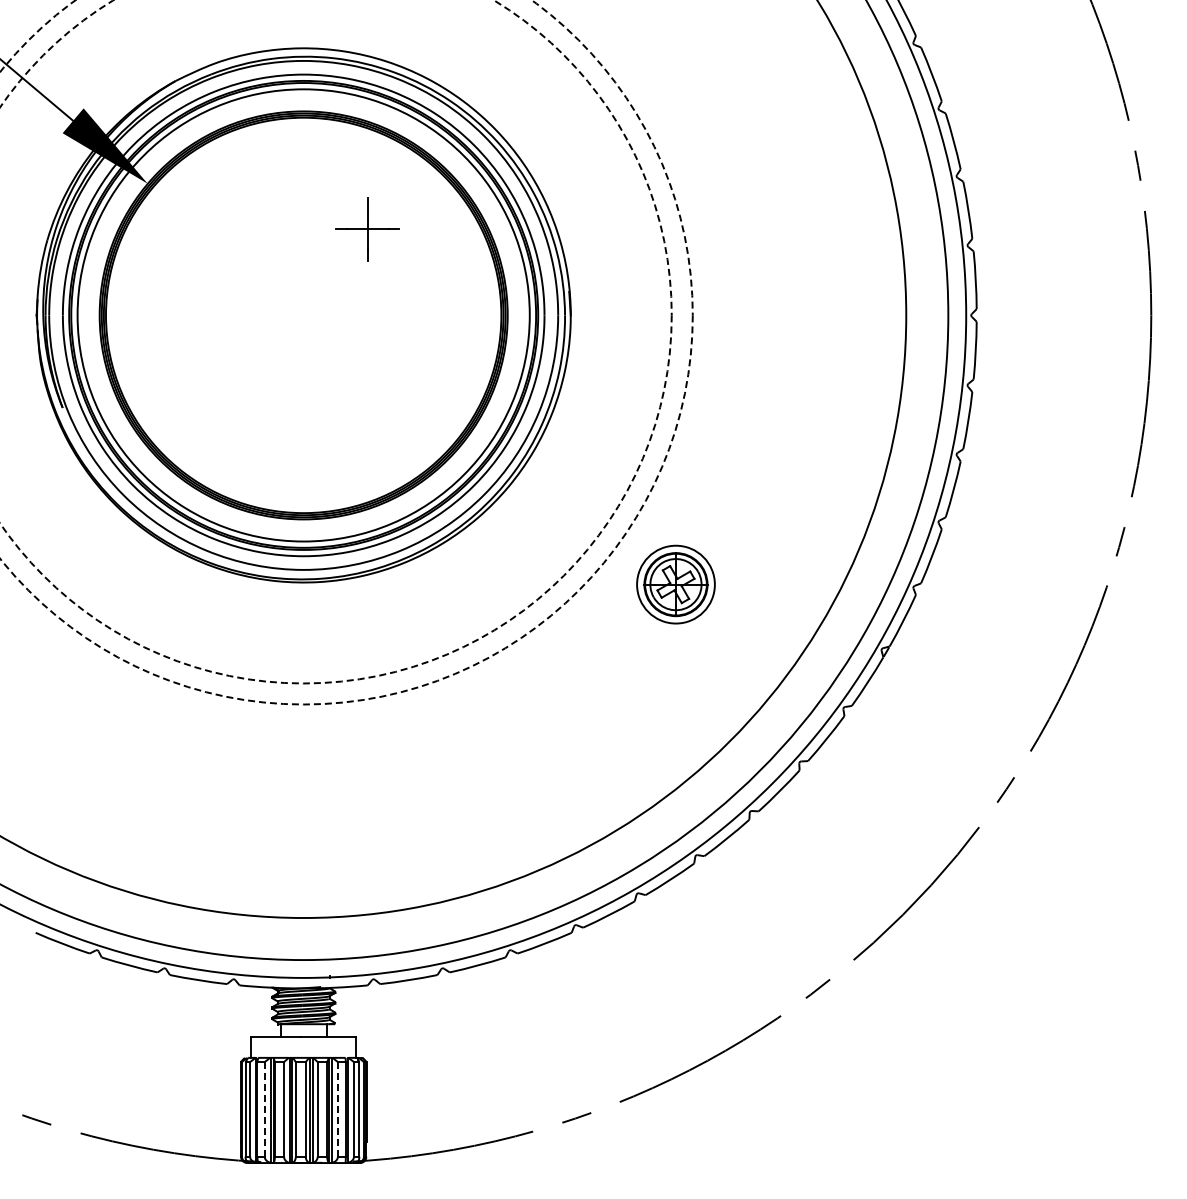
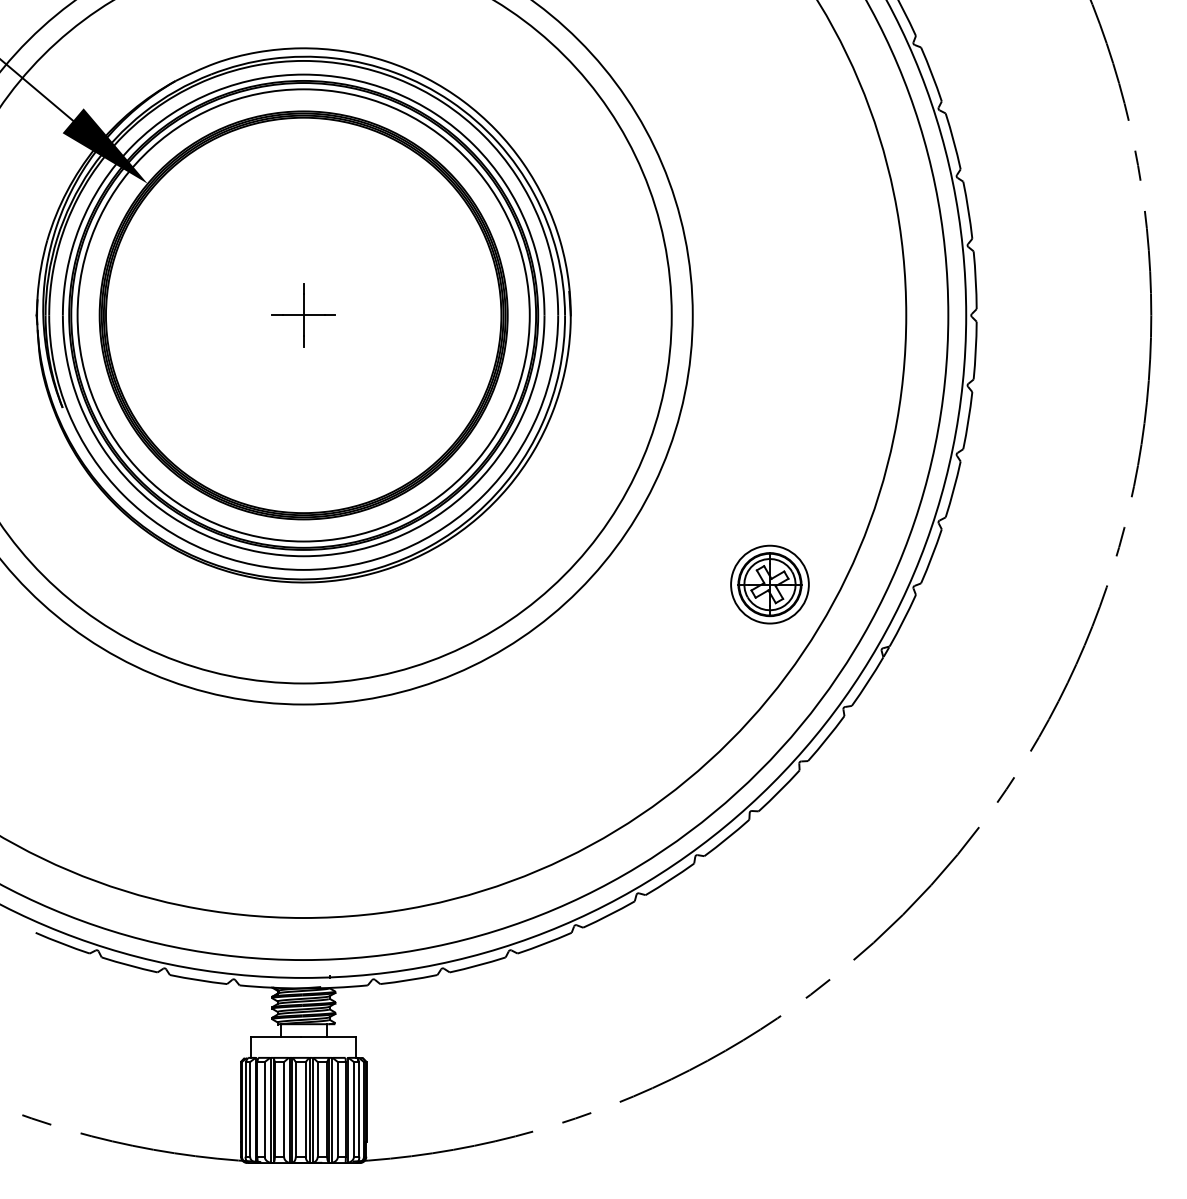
part at (367, 229) position: (367, 229) -> (303, 315)
circle at (335, 341): dashed -> solid
circle at (346, 352): dashed -> solid
part at (675, 584) position: (675, 584) -> (769, 584)
line at (264, 1108): dashed -> solid
line at (337, 1109): dashed -> solid
